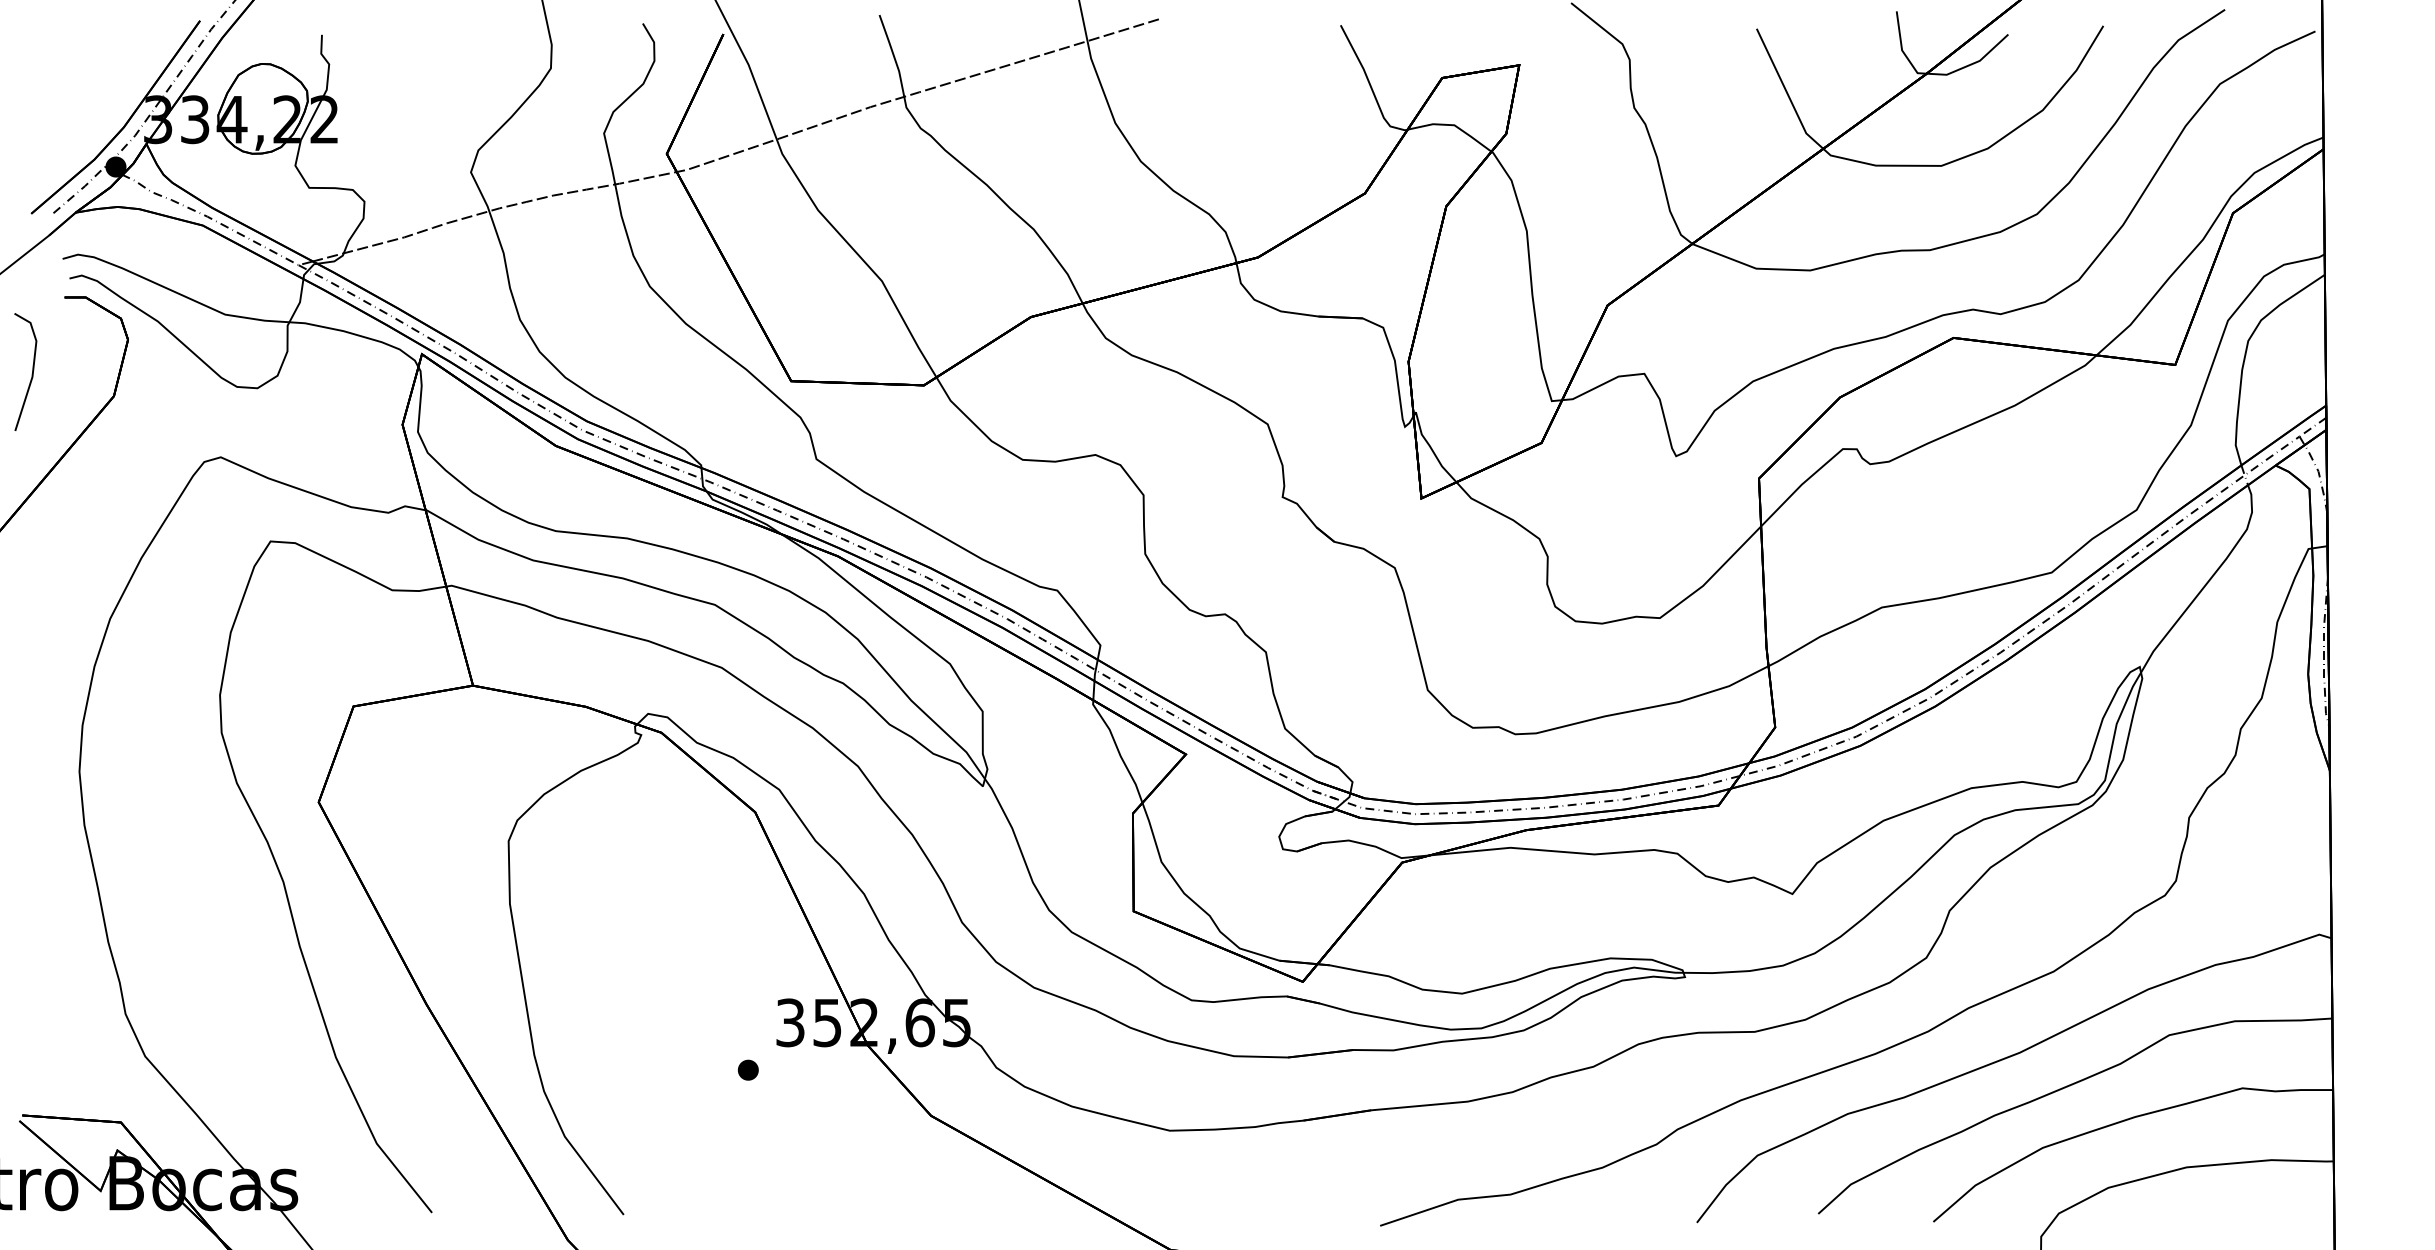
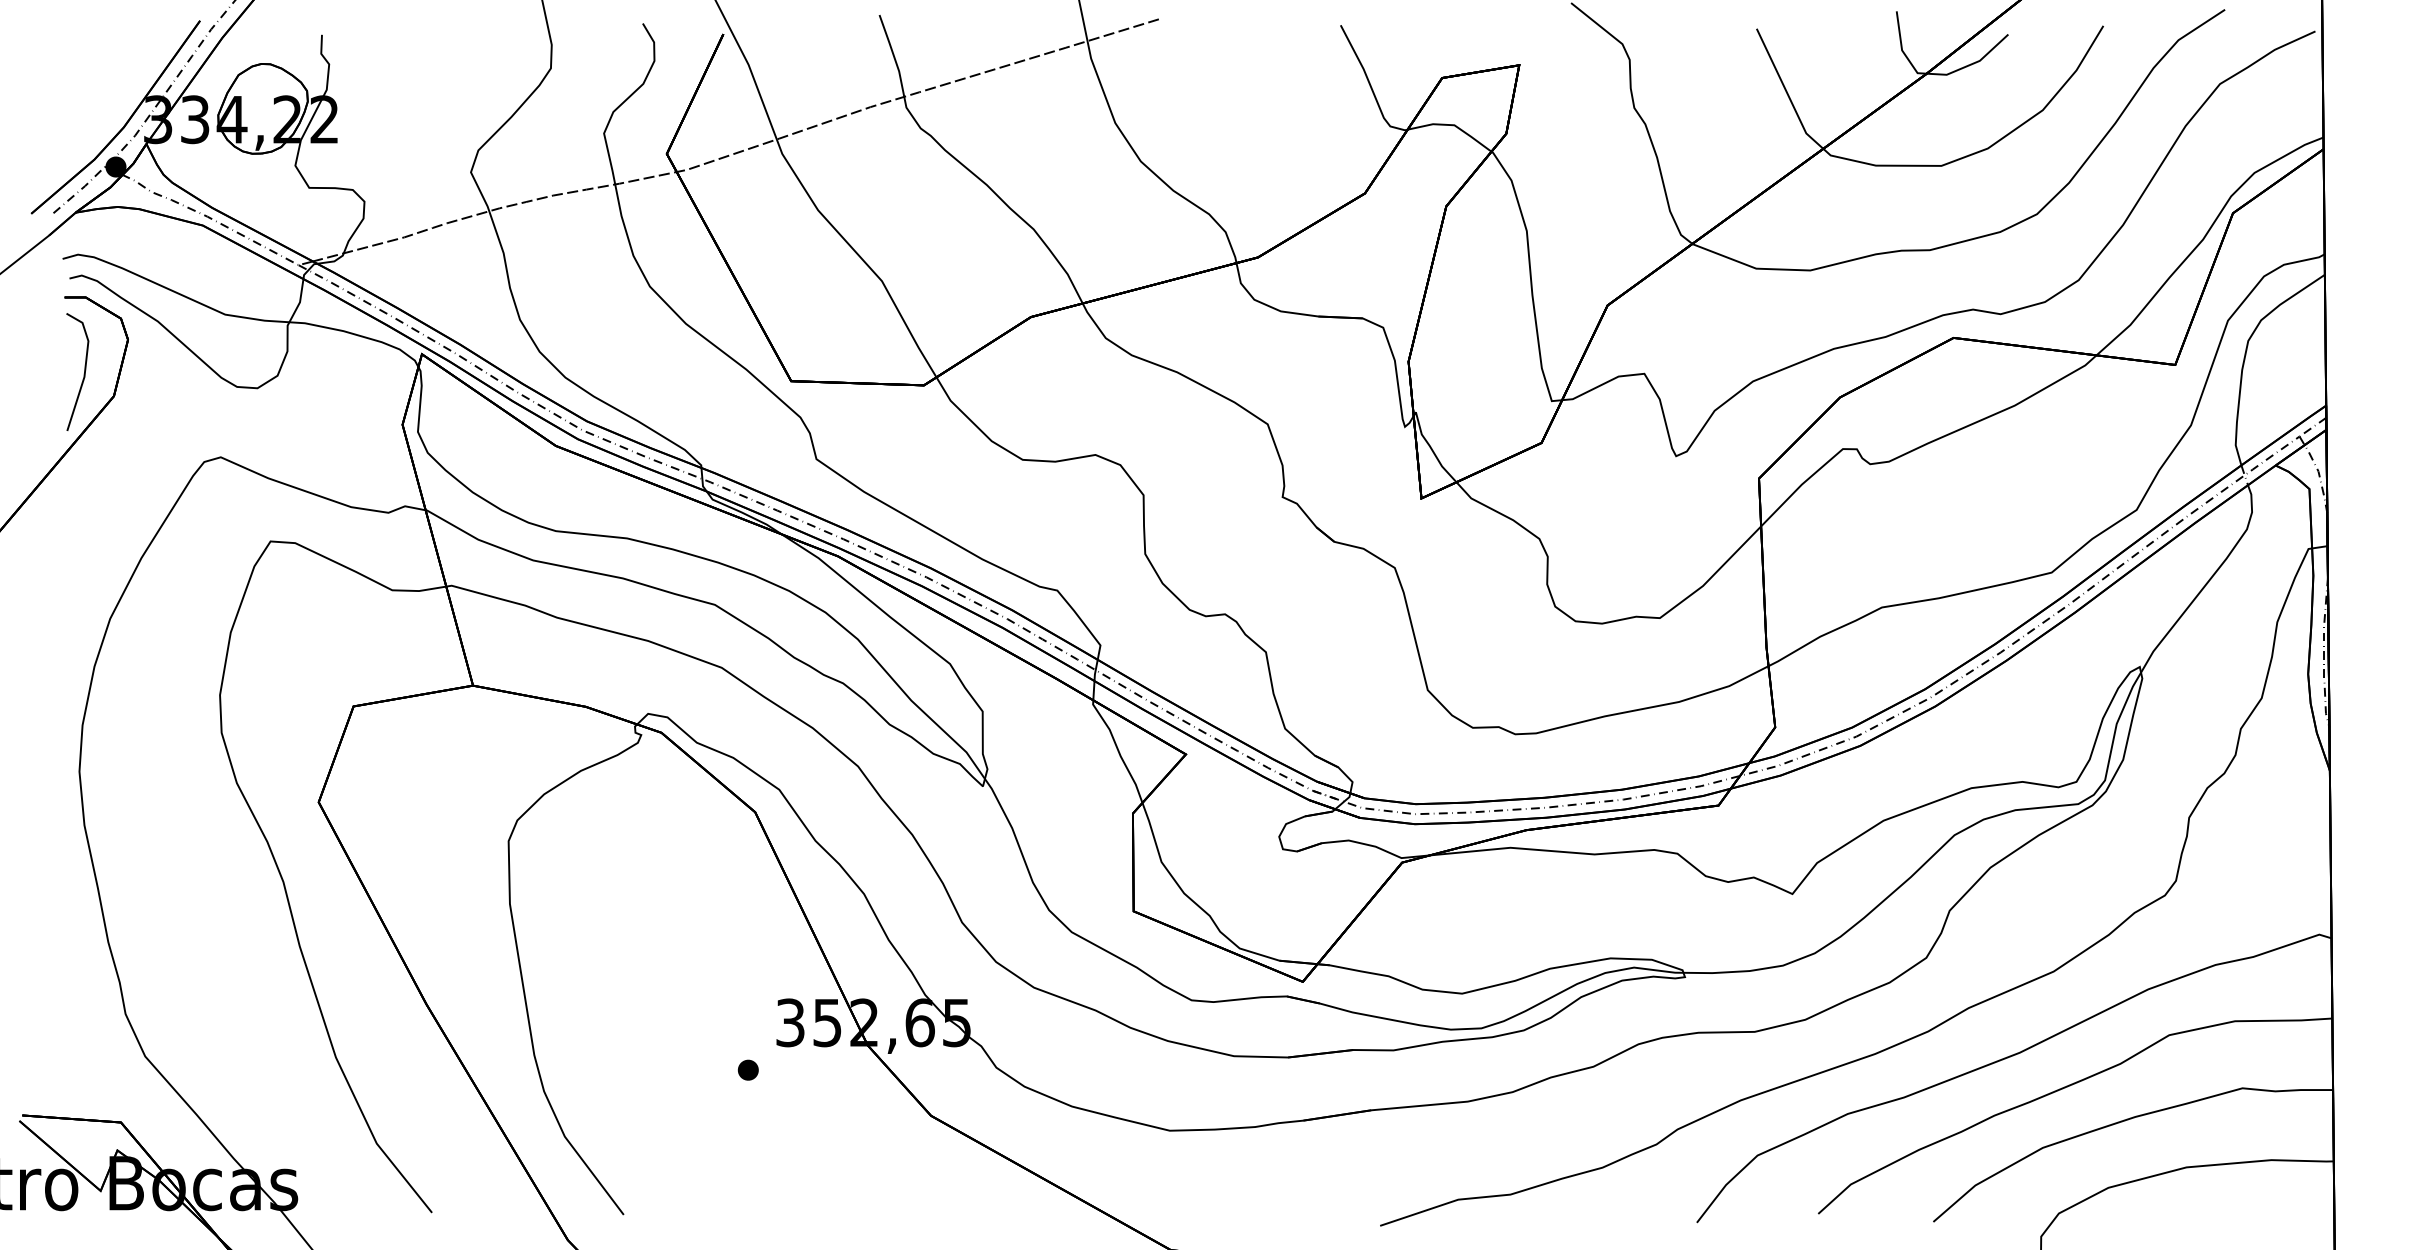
line at (31, 374) position: (31, 374) -> (83, 374)
